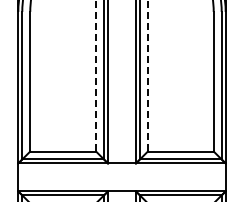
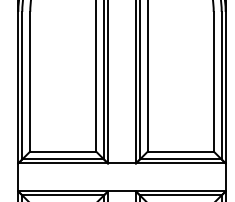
line at (96, 76): dashed -> solid
line at (147, 76): dashed -> solid
